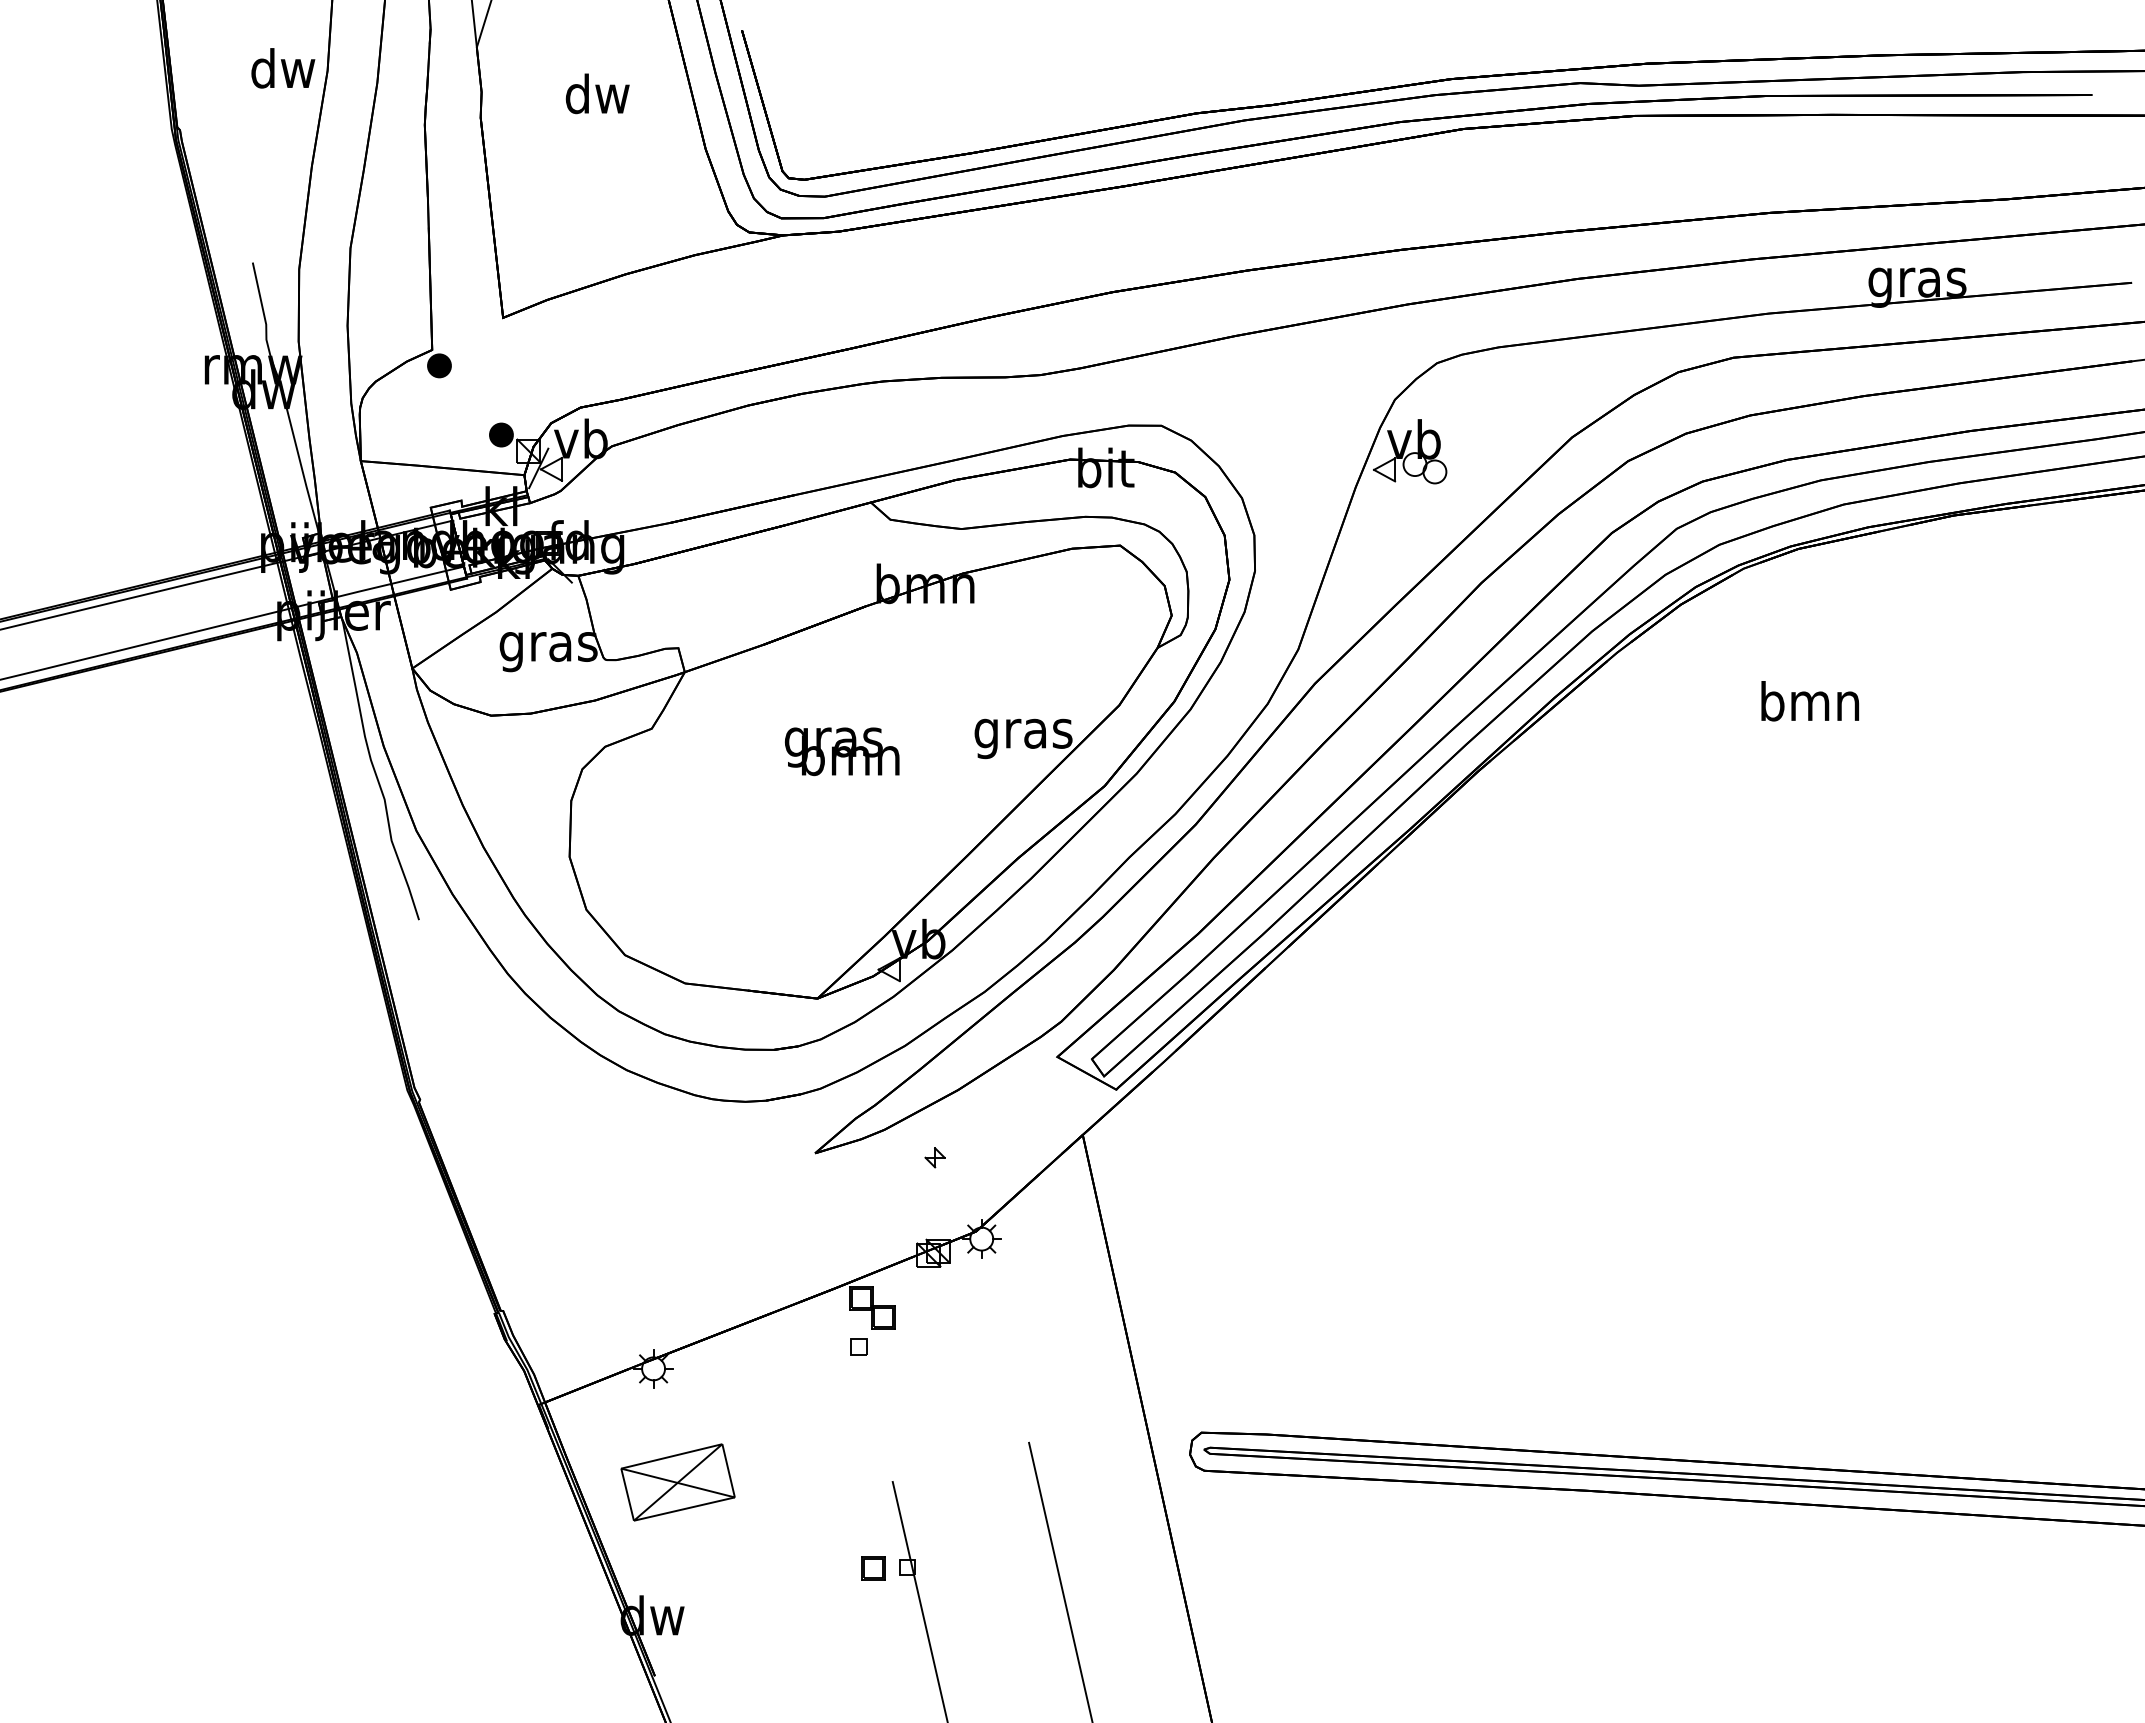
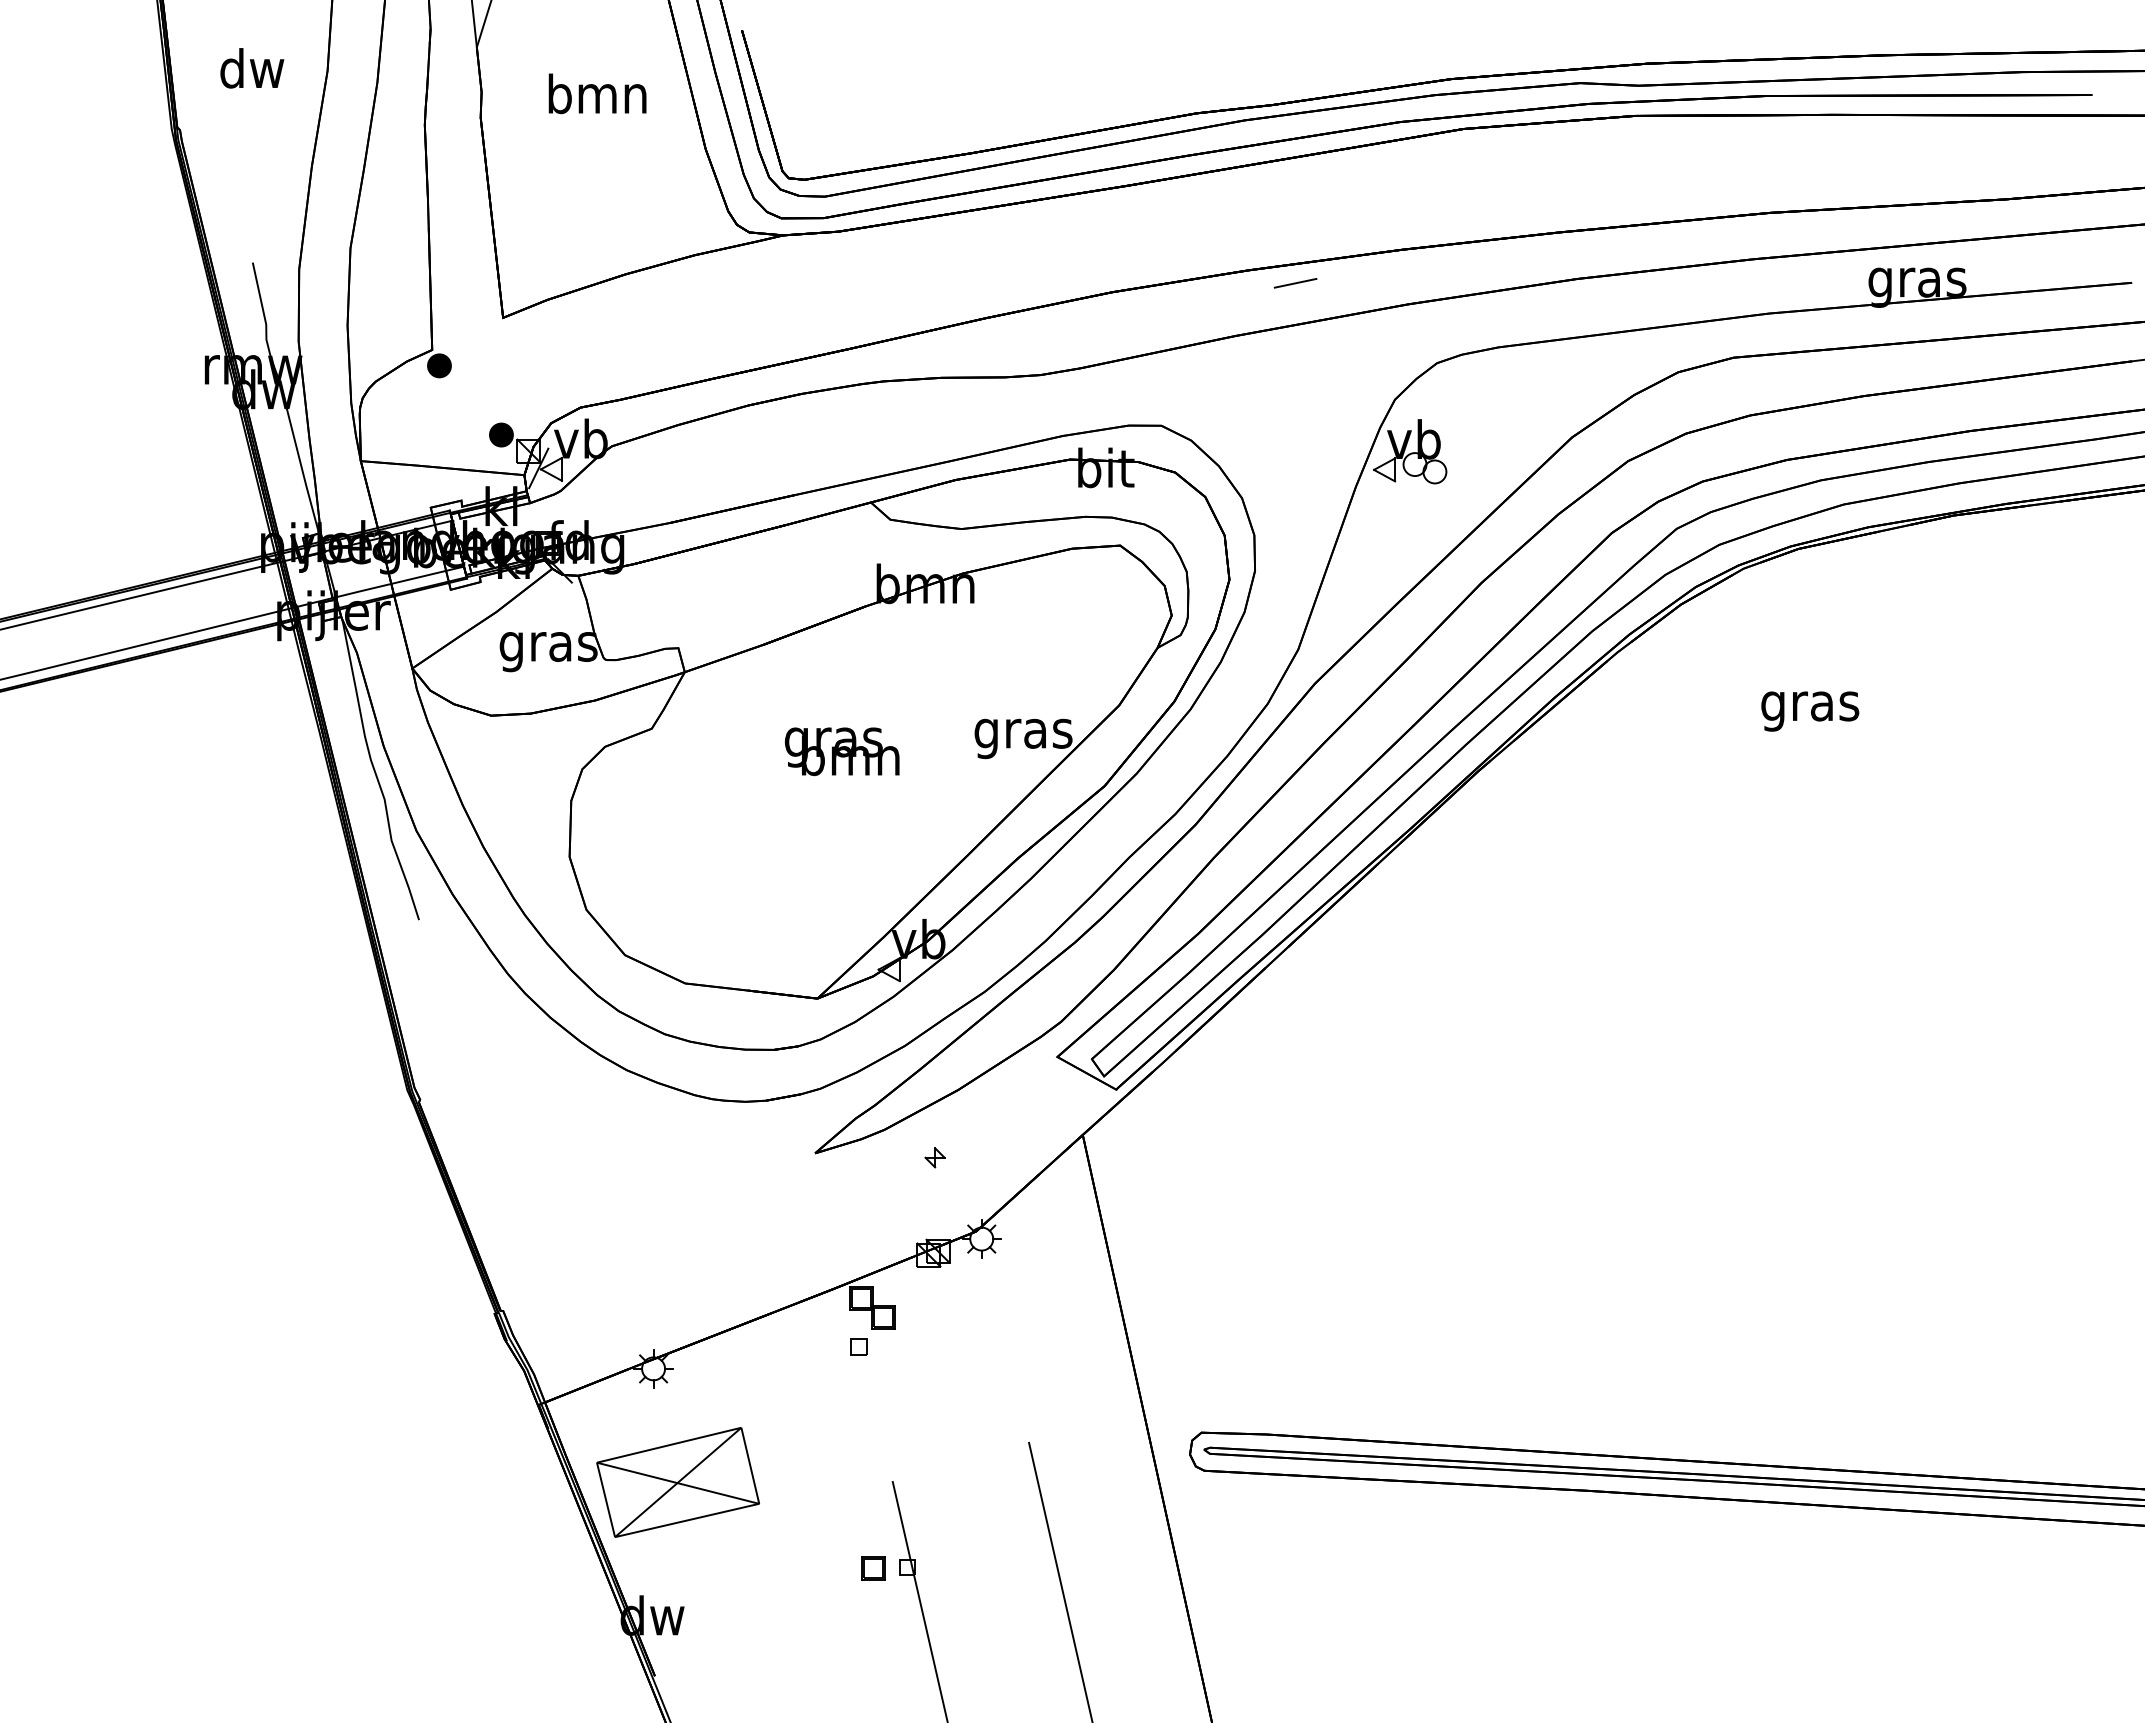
text at (283, 68) position: (283, 68) -> (252, 68)
text at (597, 93): dw -> bmn
line at (1295, 282): none -> present
text at (1810, 706): bmn -> gras
part at (677, 1482) size: 116x79 px -> 164x111 px
